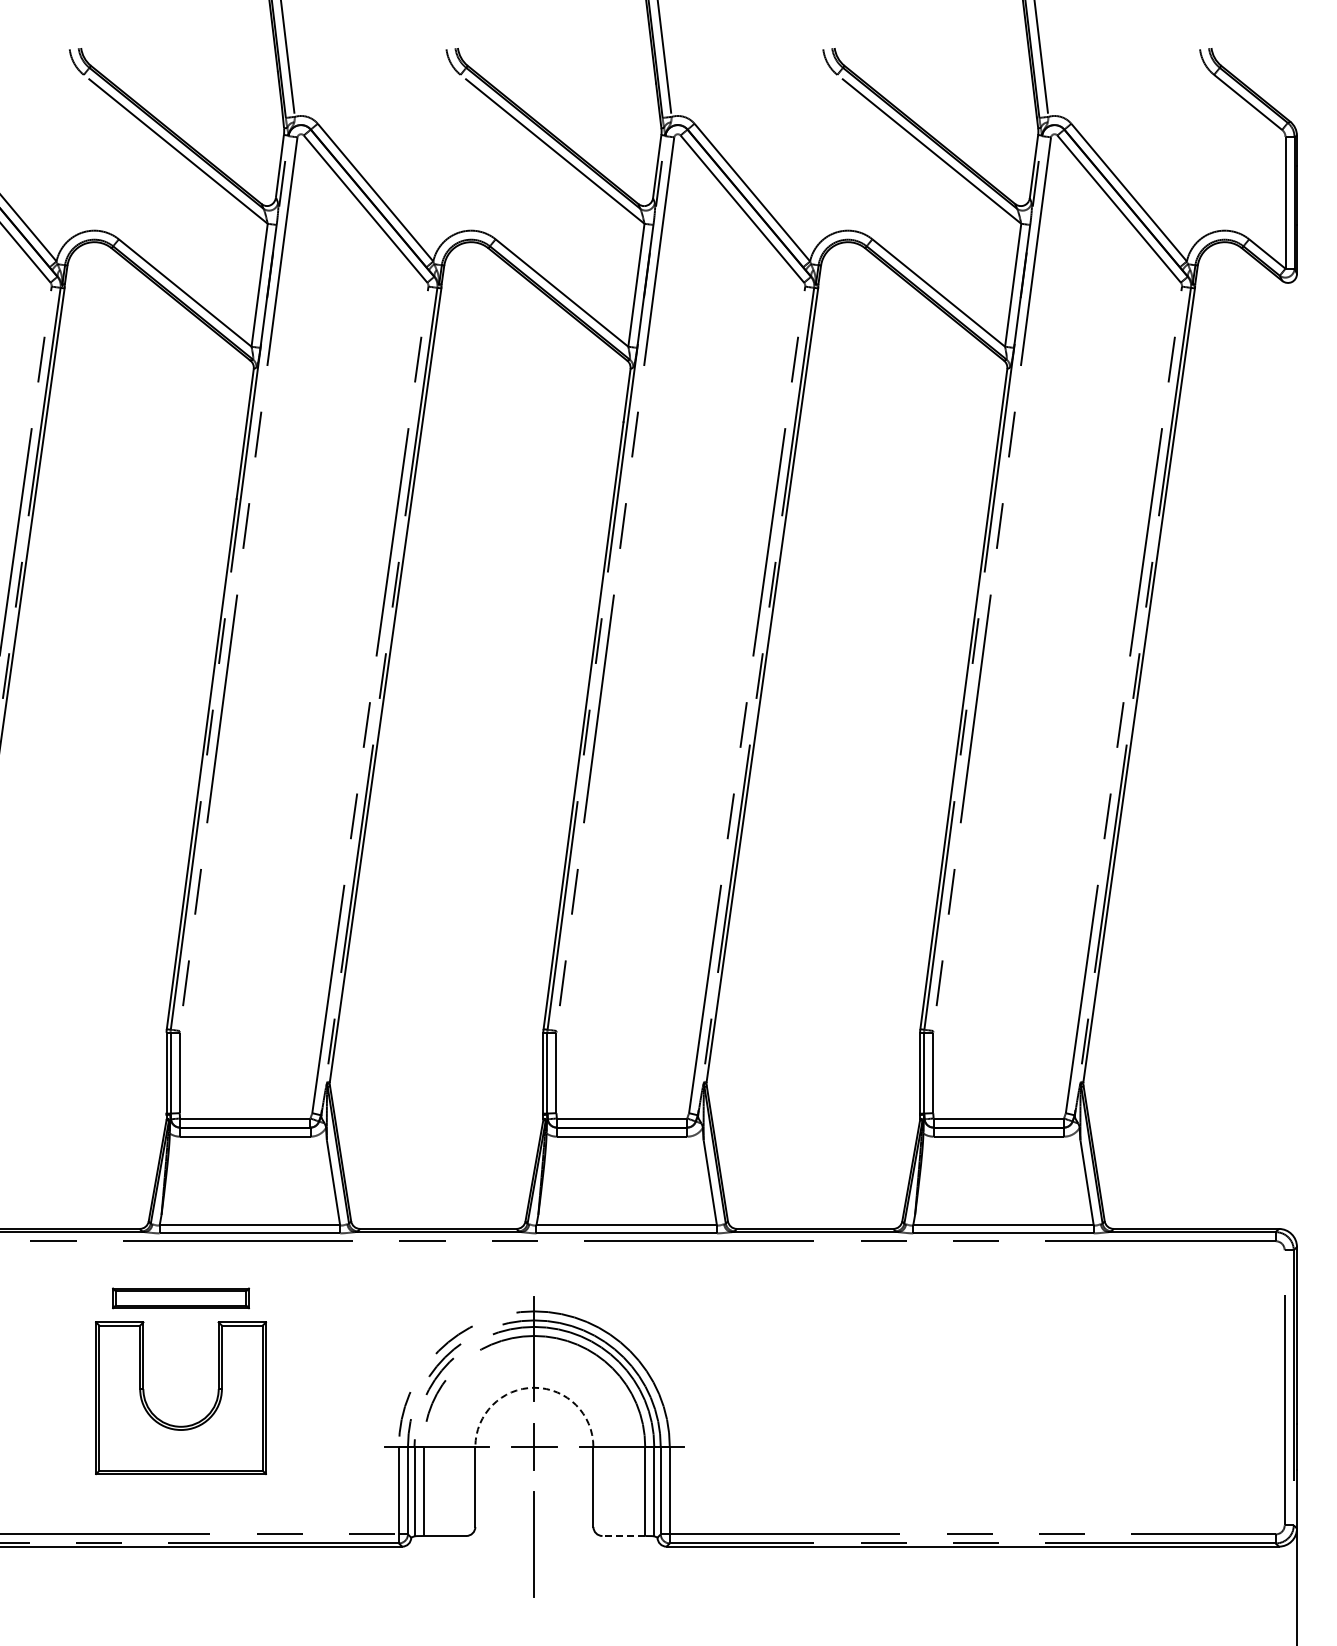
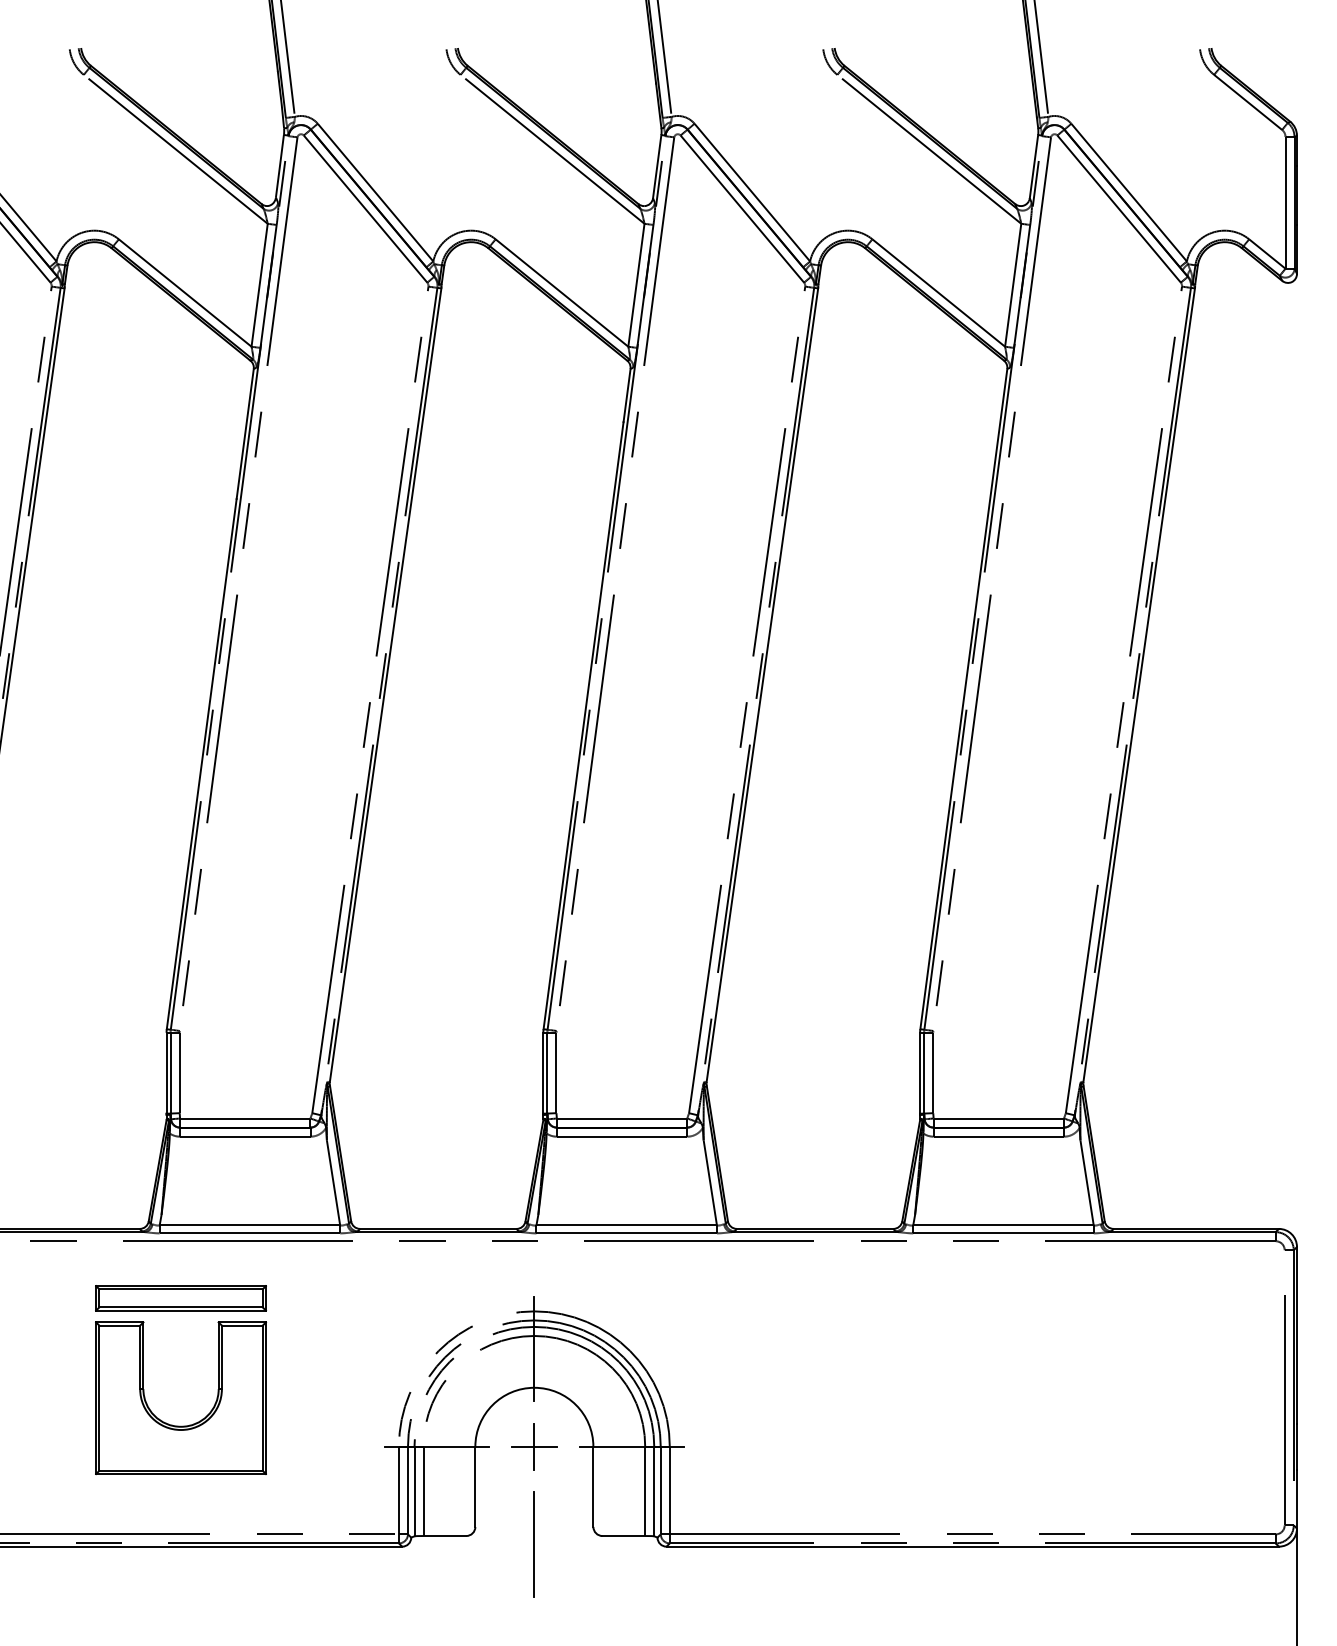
part at (180, 1298) size: 138x23 px -> 172x27 px
arc at (534, 1387): dashed -> solid
line at (623, 1536): dashed -> solid
